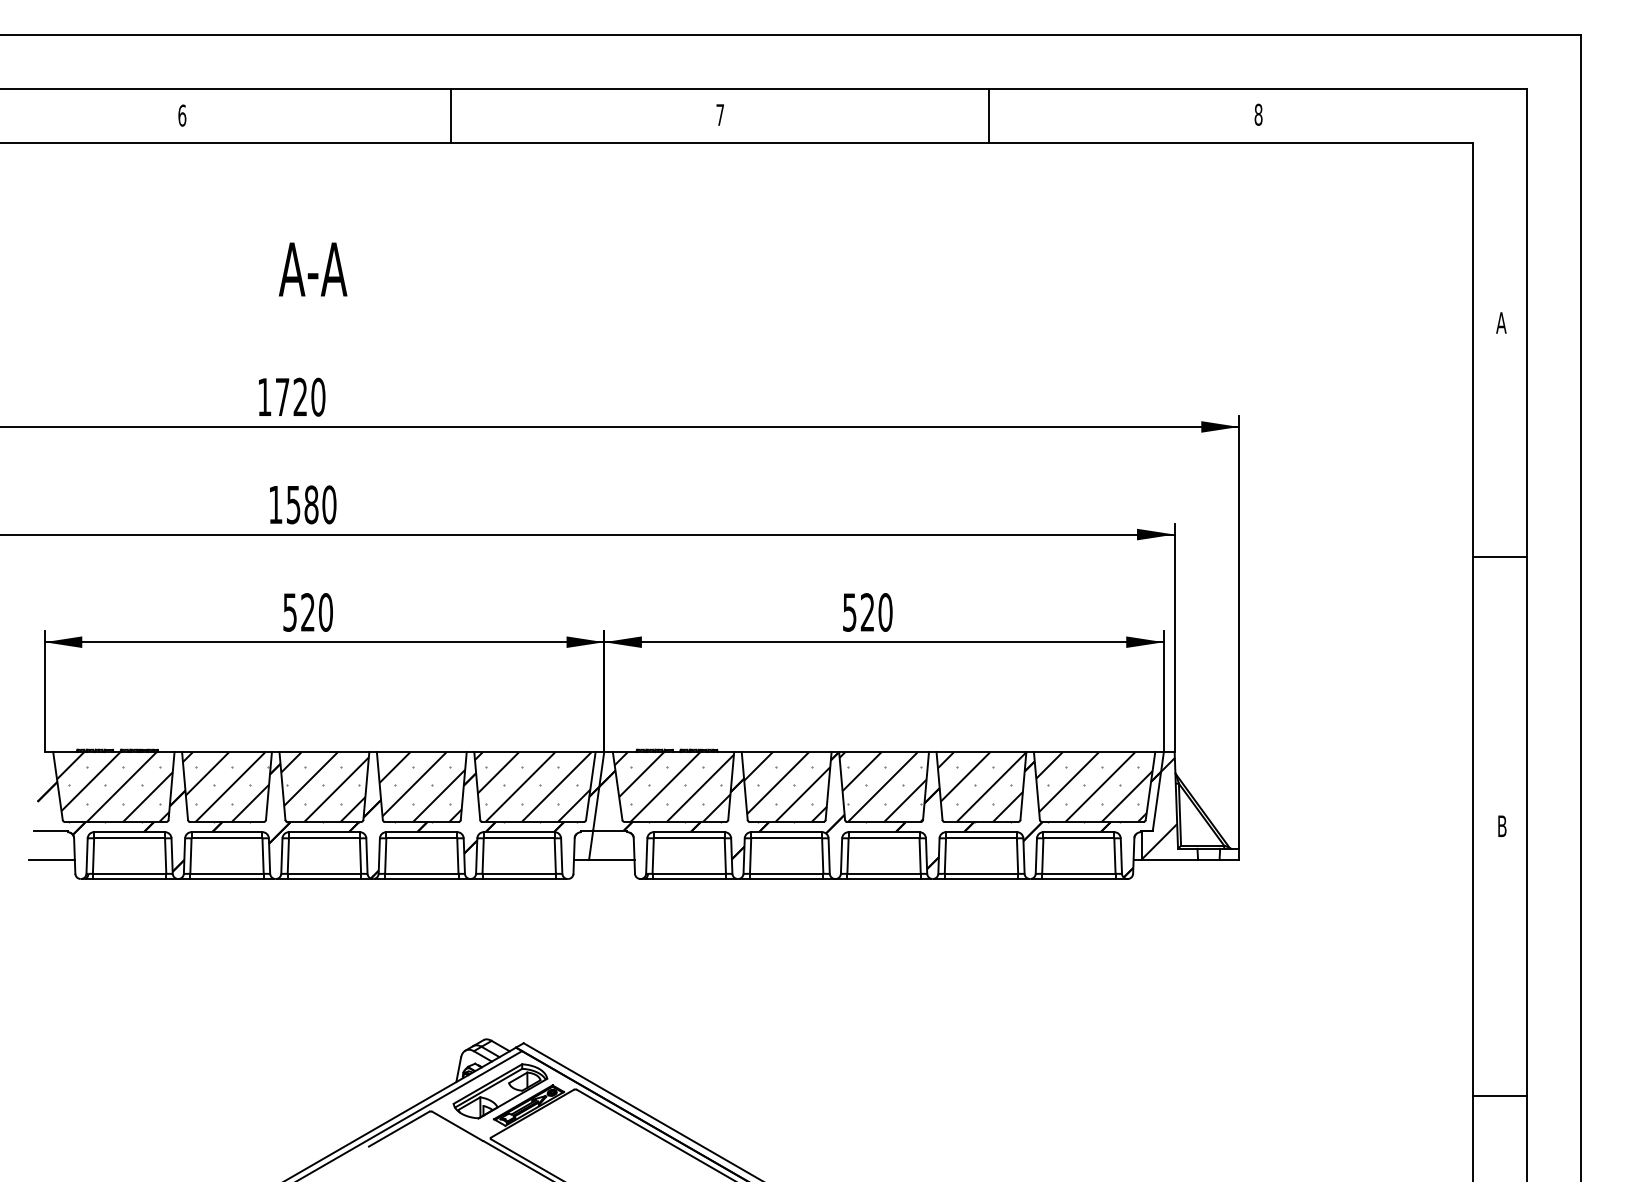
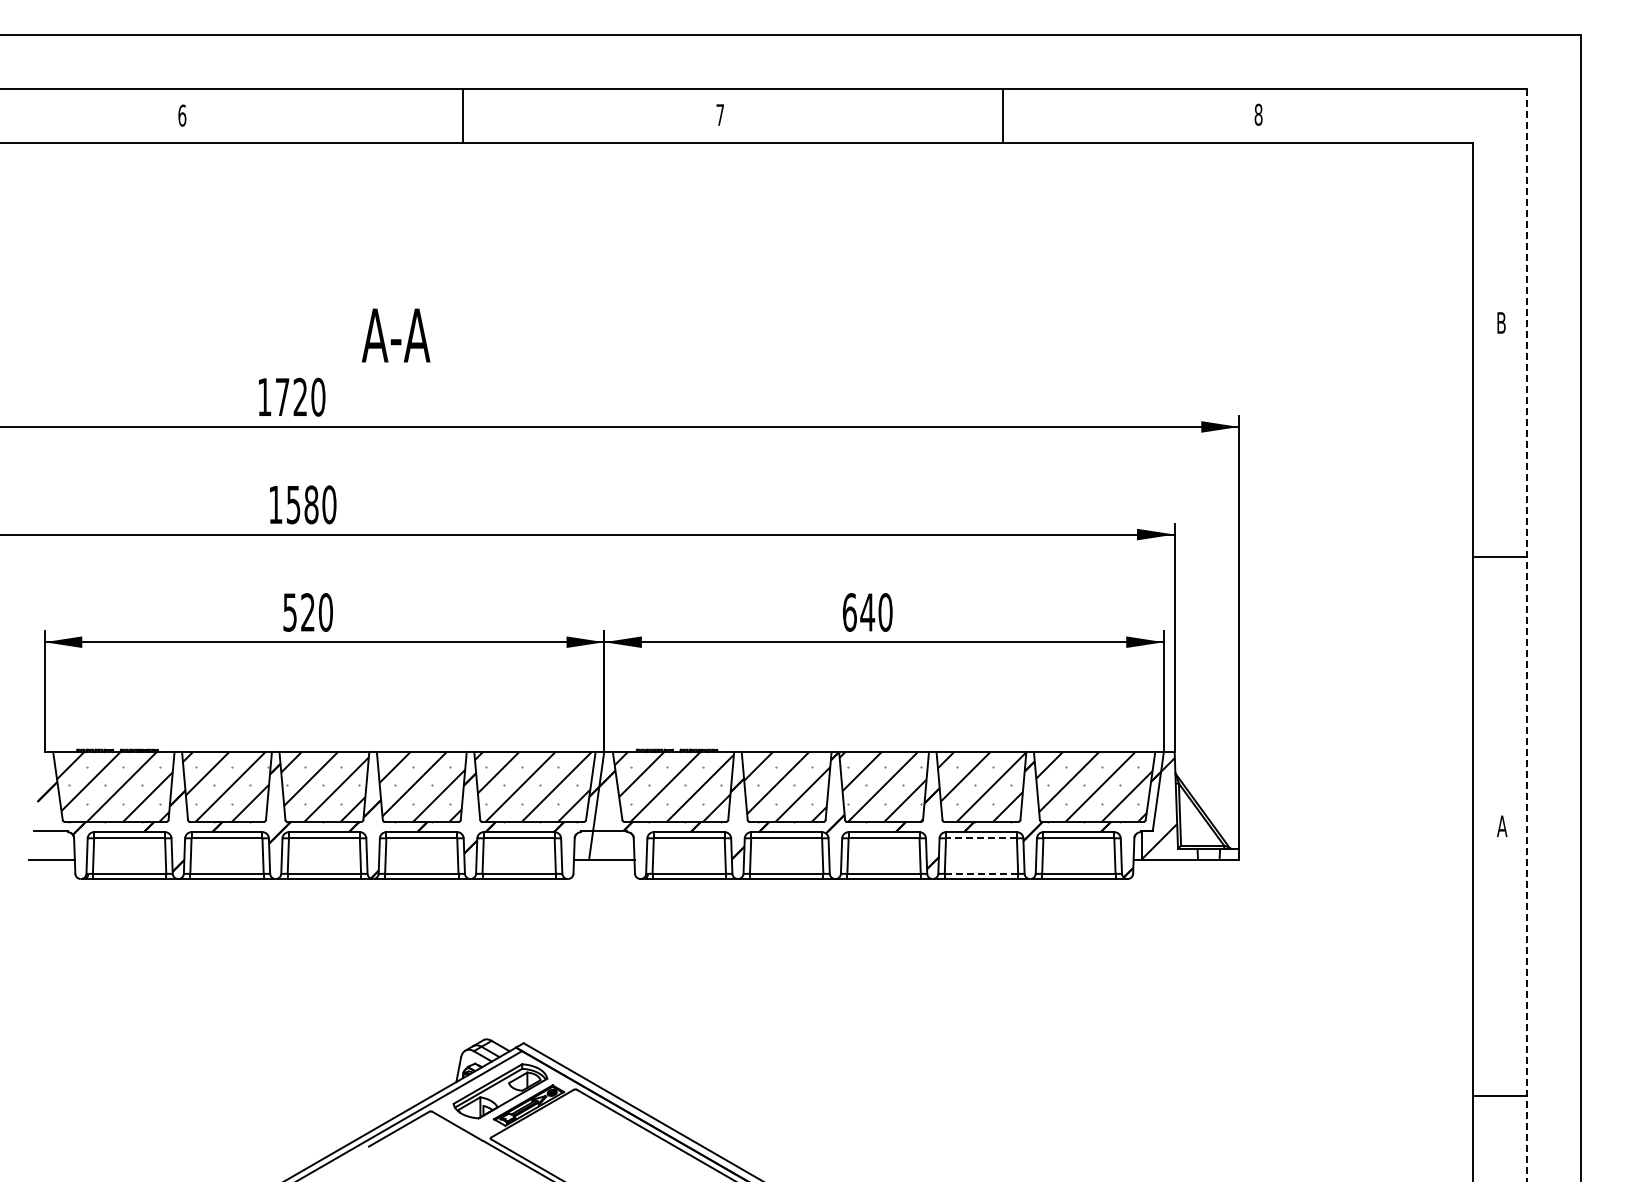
line at (451, 116) position: (451, 116) -> (463, 116)
line at (989, 116) position: (989, 116) -> (1003, 116)
text at (313, 269) position: (313, 269) -> (396, 335)
text at (1501, 322): A -> B
text at (858, 612): 520 -> 640
line at (1527, 635): solid -> dashed
text at (1502, 825): B -> A
line at (980, 838): solid -> dashed
line at (981, 873): solid -> dashed
